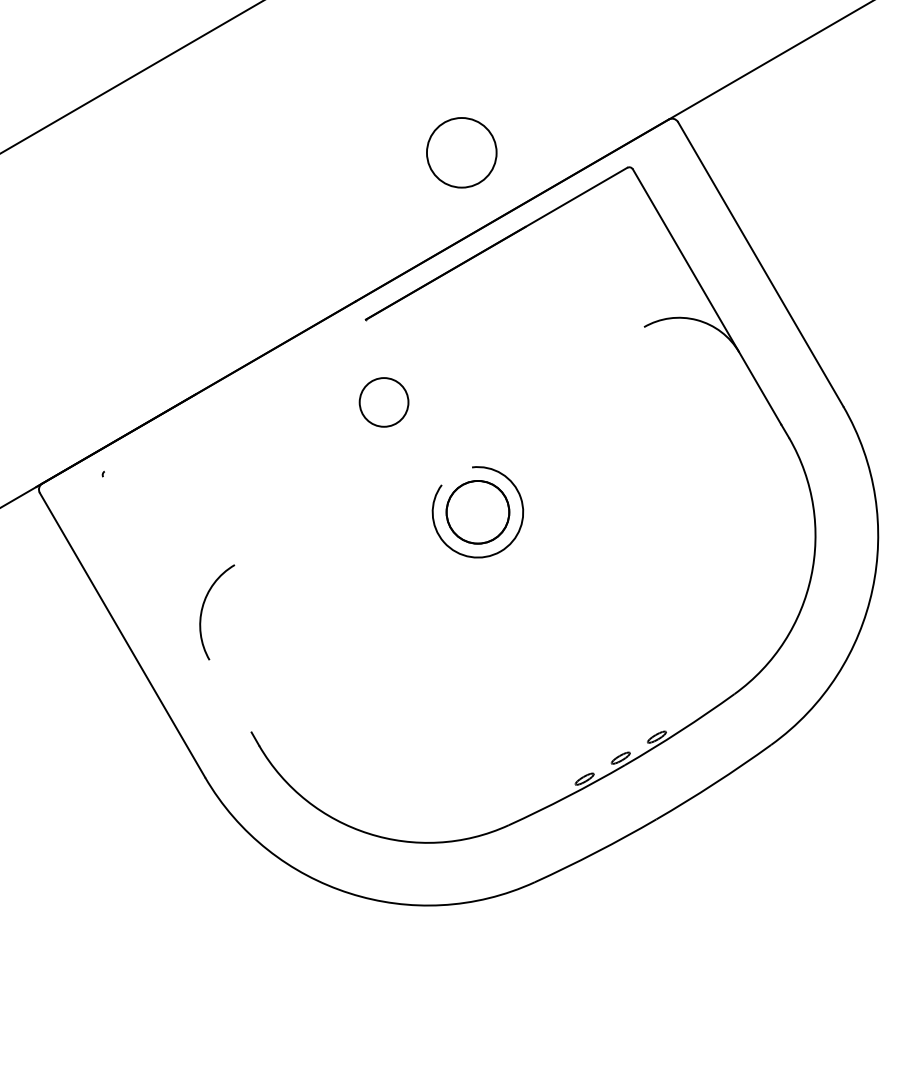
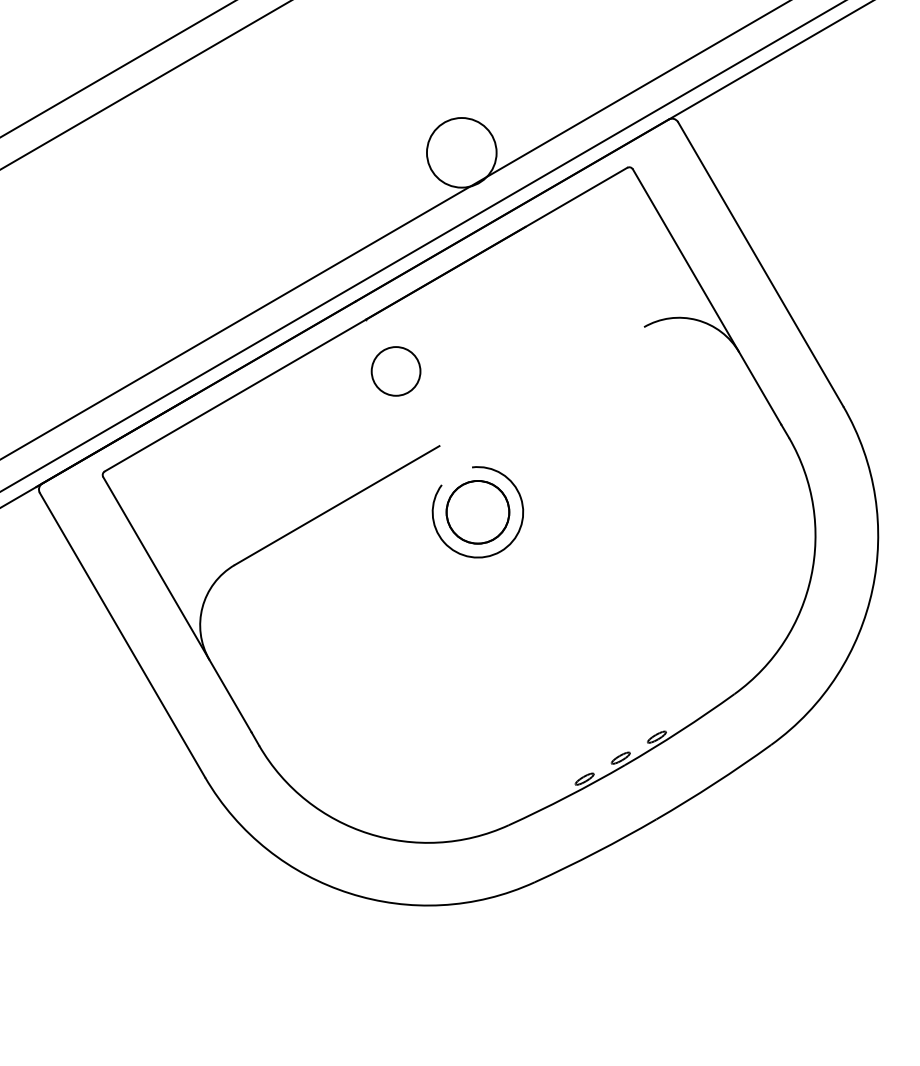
line at (117, 69): none -> present
line at (131, 77) position: (131, 77) -> (145, 85)
line at (394, 230): none -> present
line at (422, 246): none -> present
line at (235, 395): none -> present
circle at (383, 402) position: (383, 402) -> (395, 371)
line at (336, 505): none -> present
line at (177, 604): none -> present
